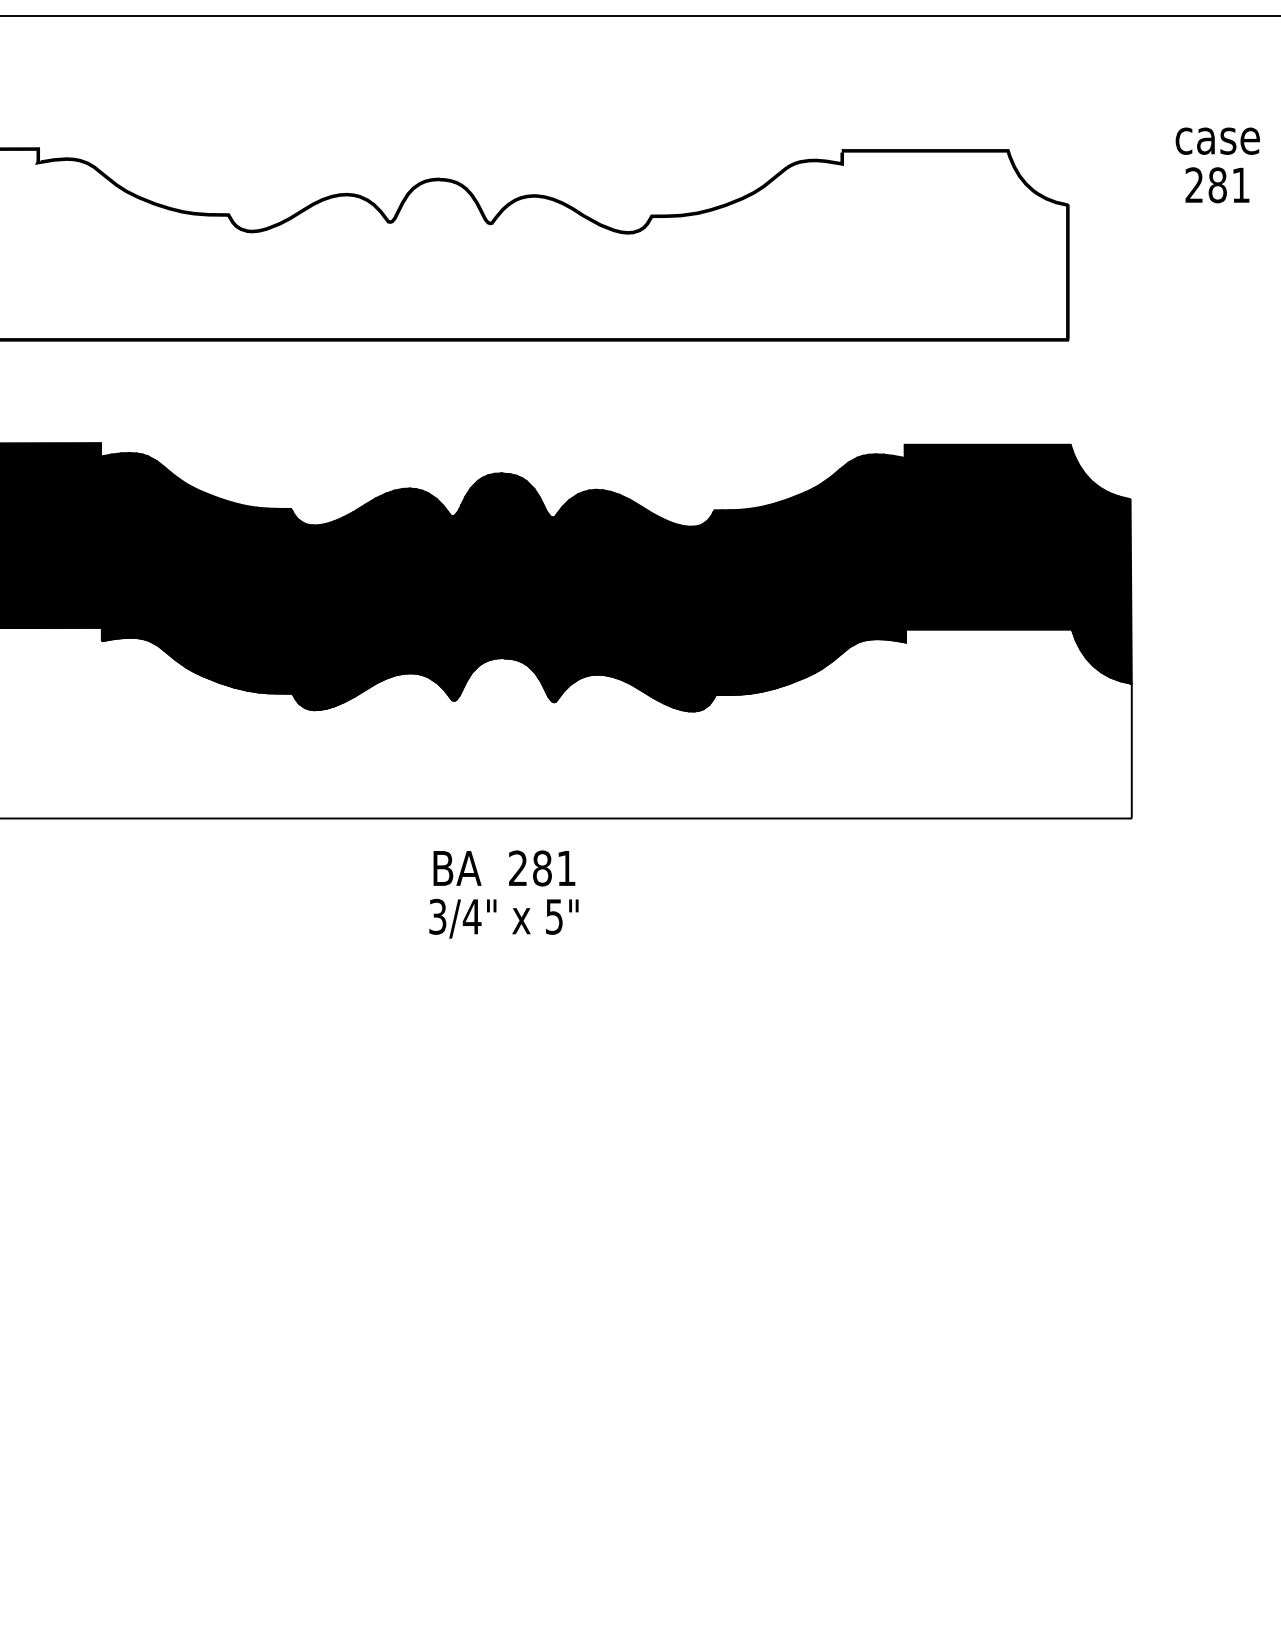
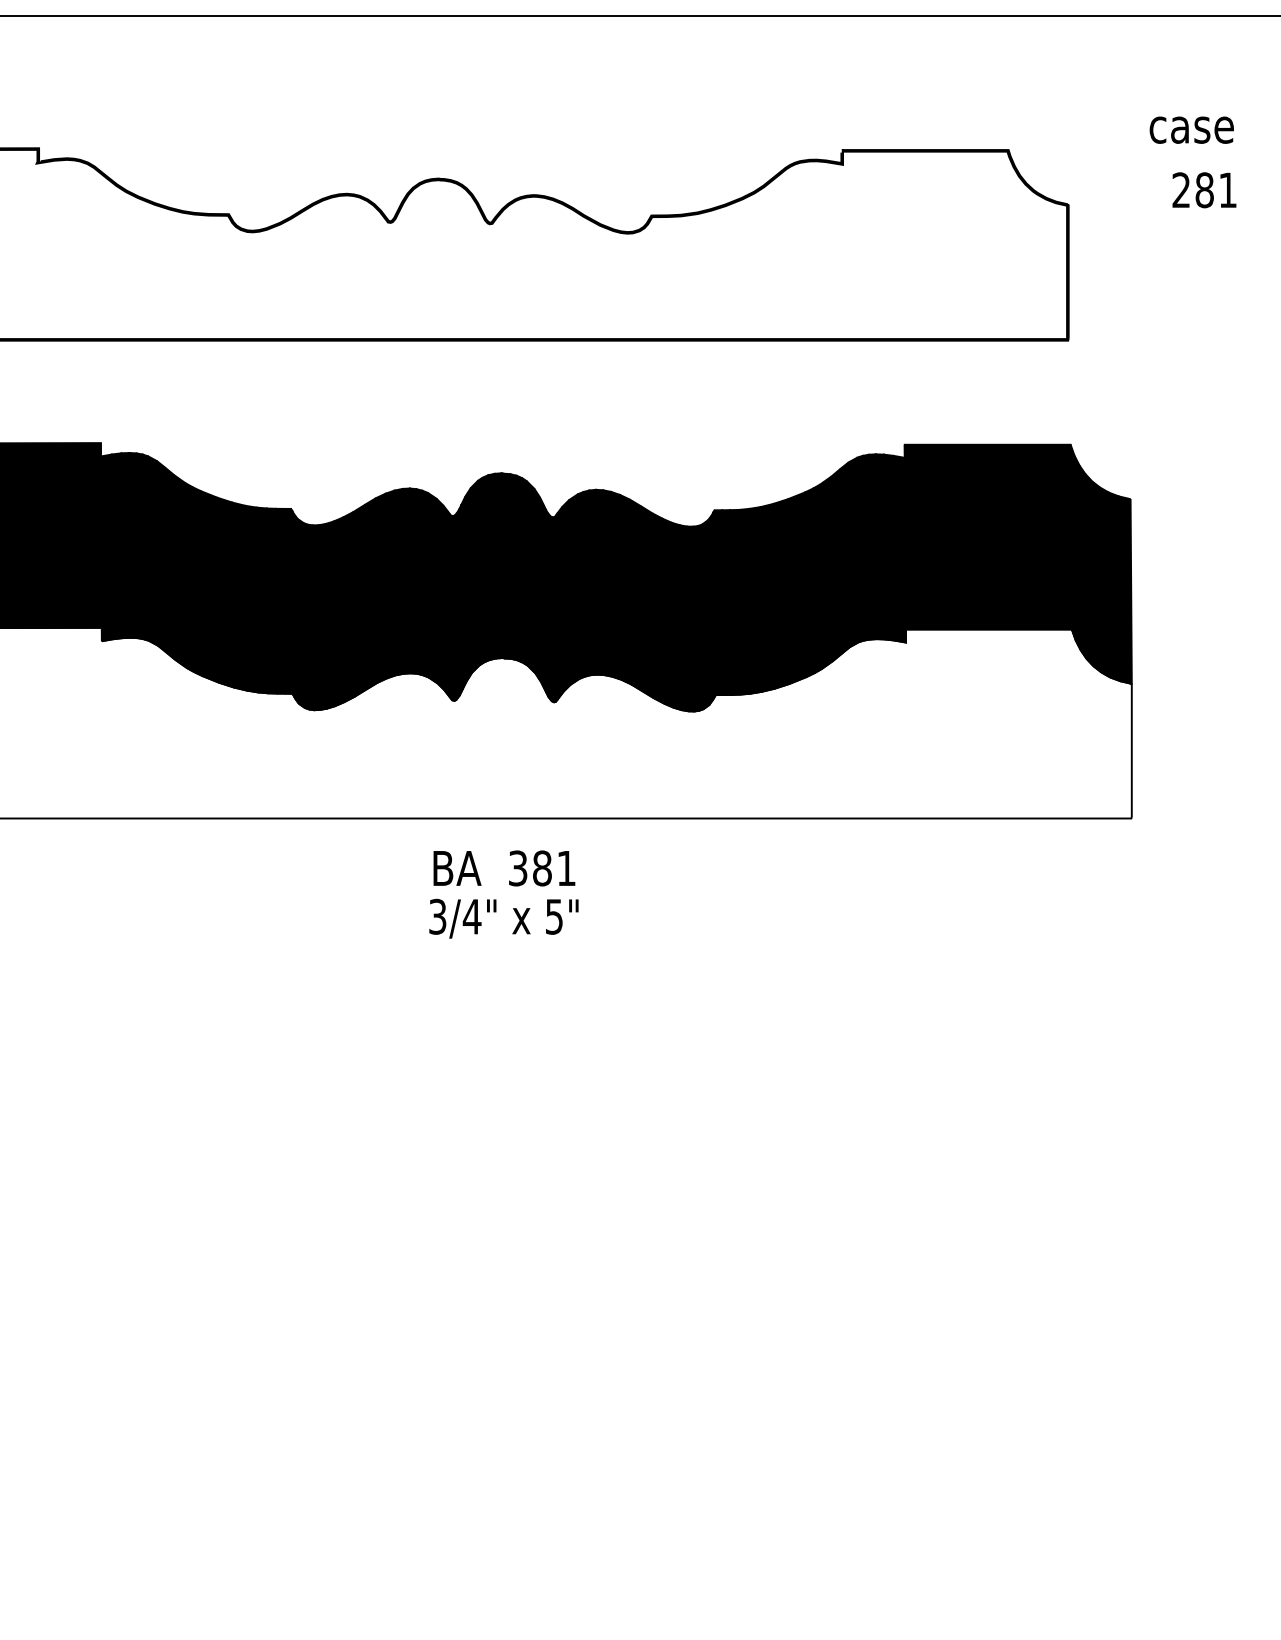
text at (1217, 140) position: (1217, 140) -> (1191, 129)
text at (1217, 185) position: (1217, 185) -> (1204, 190)
text at (518, 868): 281 -> 381
